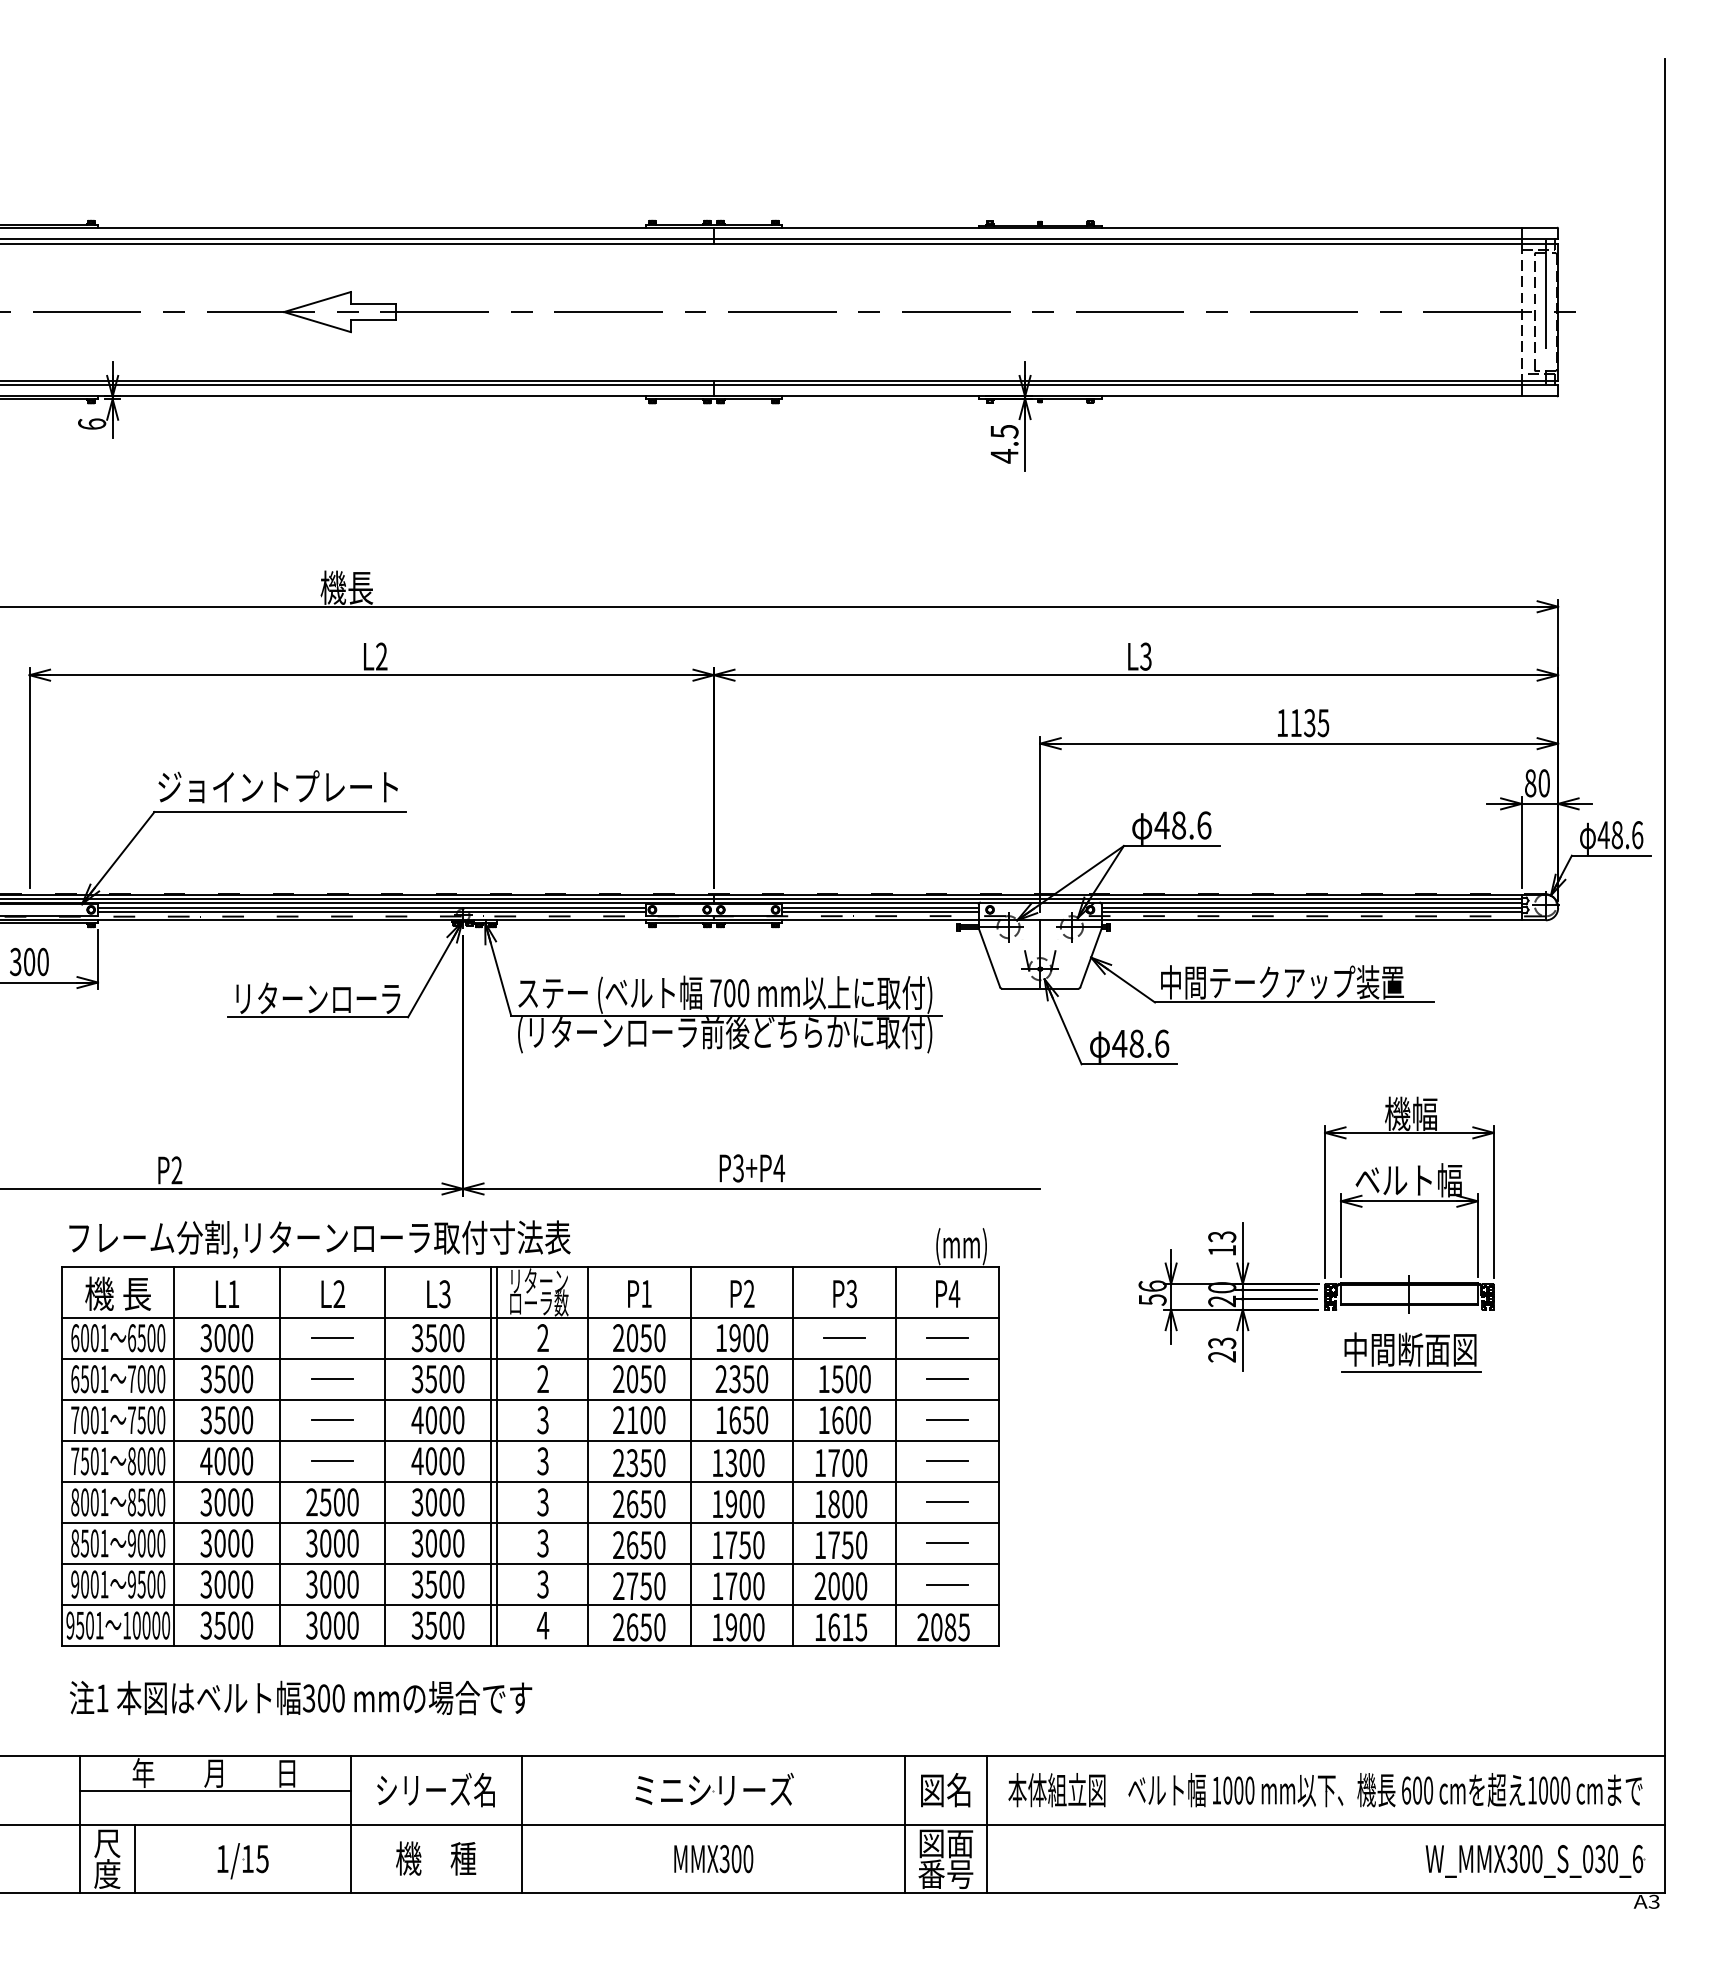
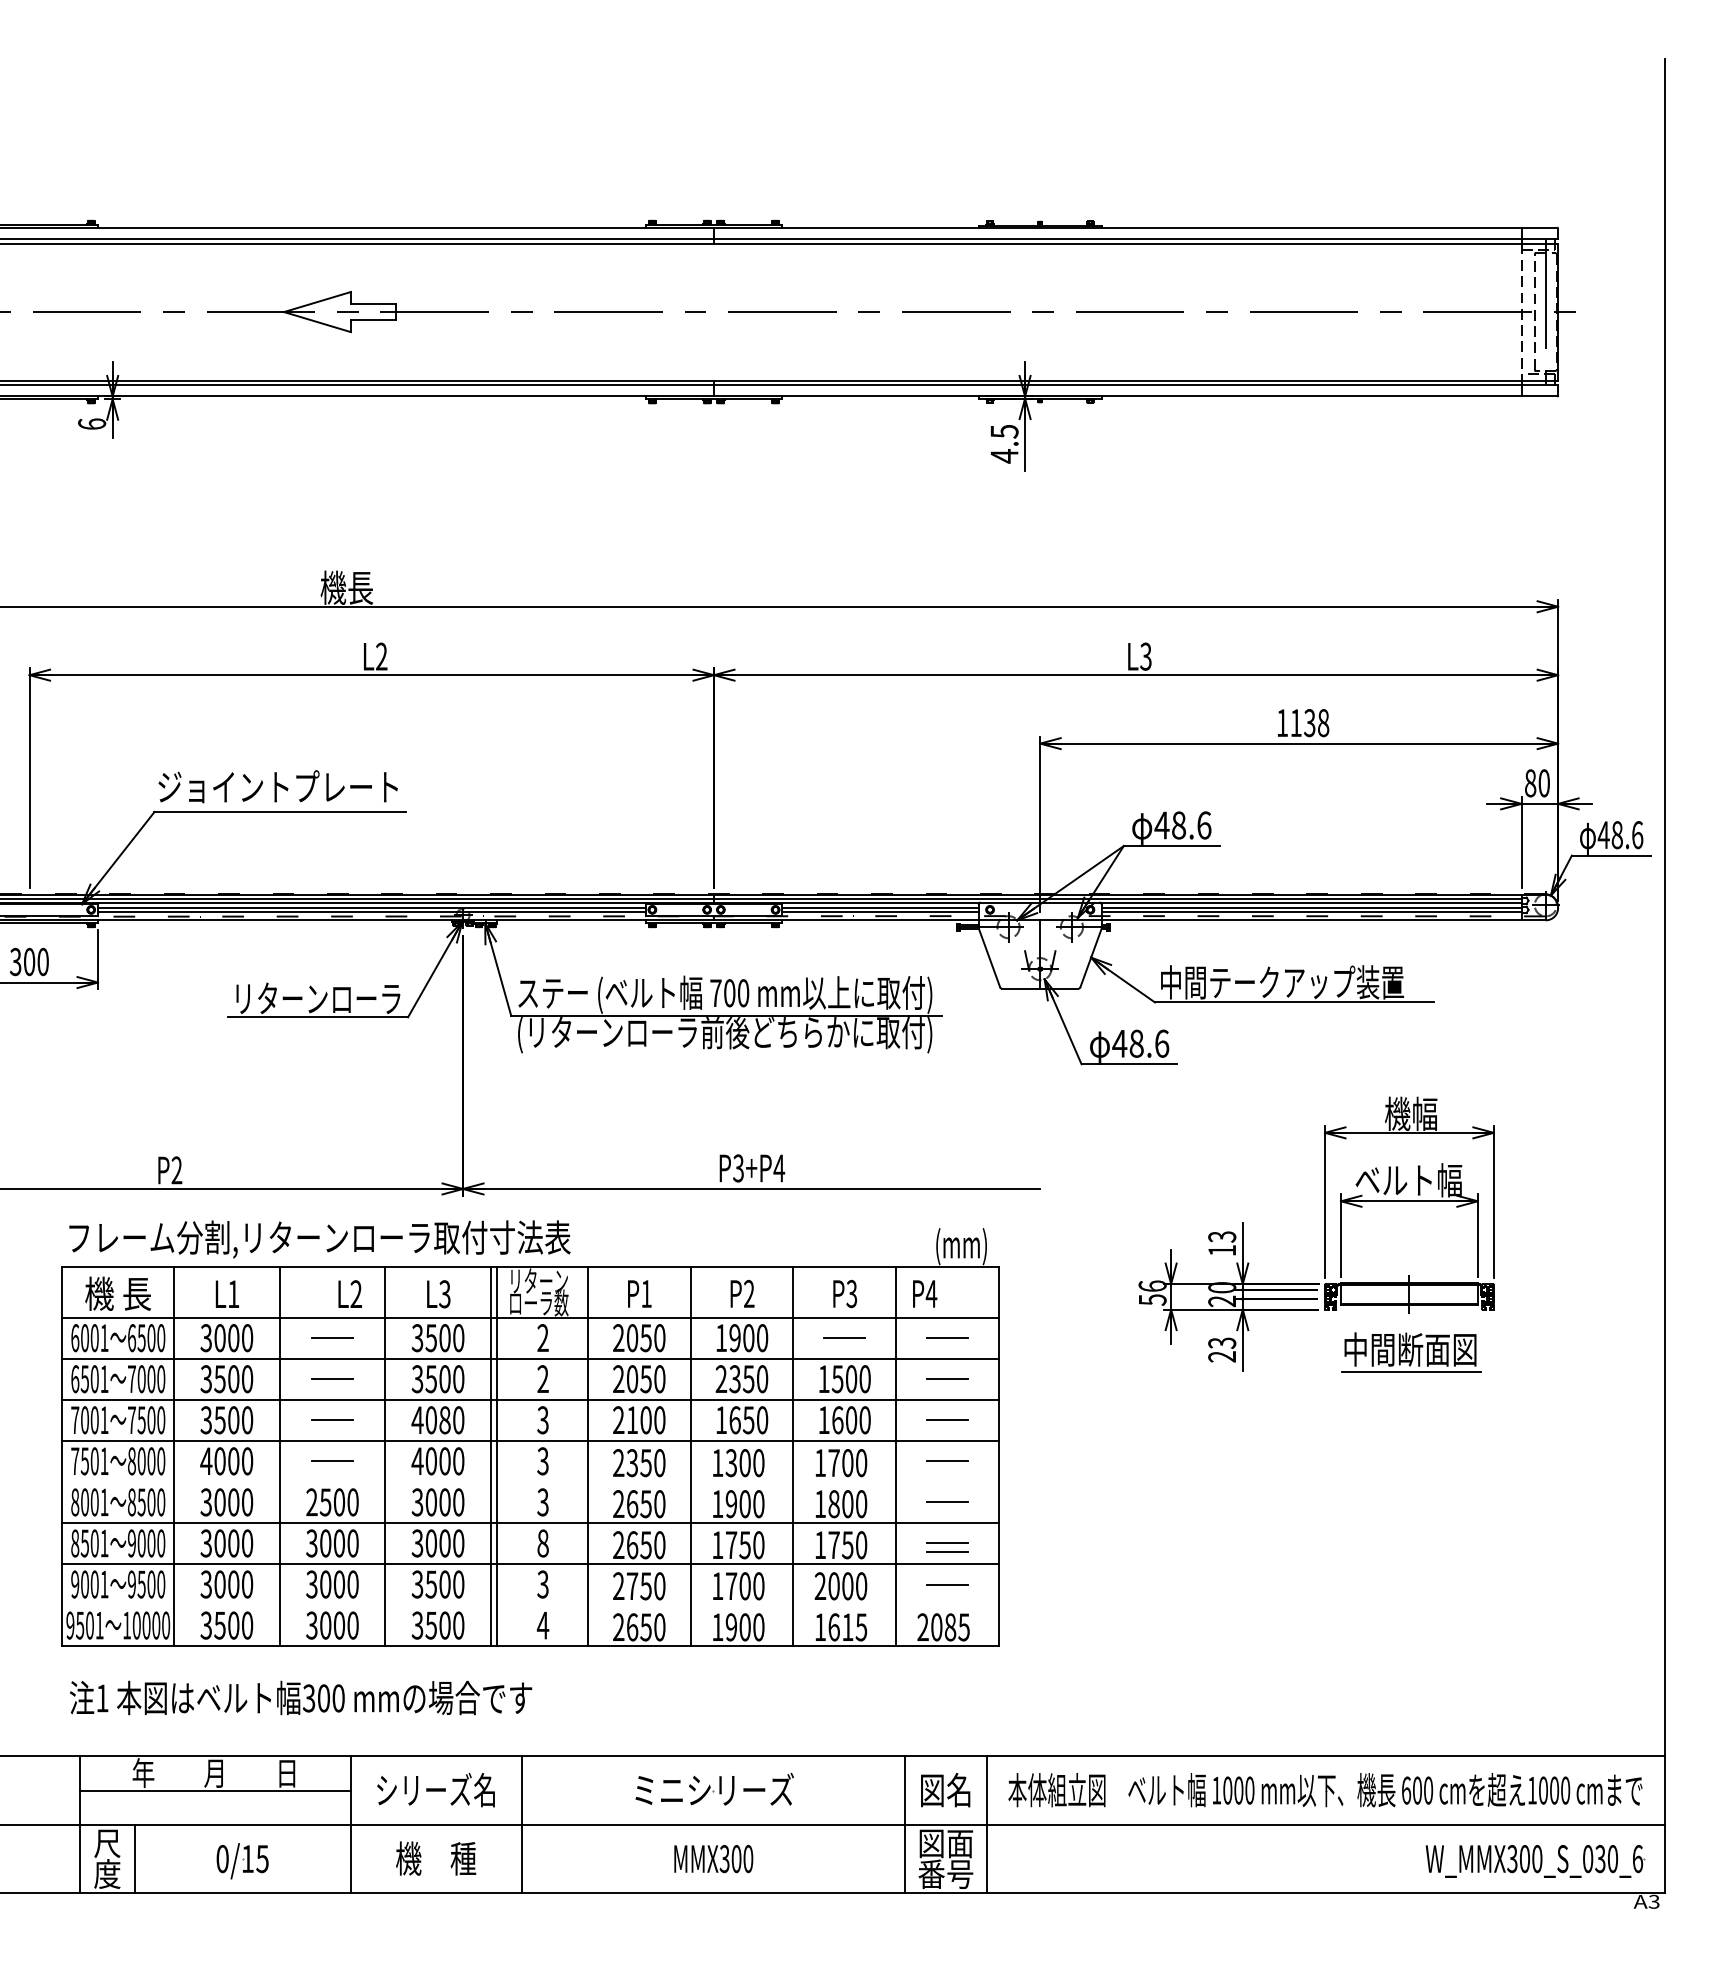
text at (1323, 723): 1135 -> 1138
text at (332, 1293) position: (332, 1293) -> (349, 1293)
text at (948, 1293) position: (948, 1293) -> (925, 1293)
text at (444, 1420): 4000 -> 4080
line at (530, 1481): present -> none
text at (542, 1543): 3 -> 8
line at (947, 1551): none -> present
line at (530, 1605): present -> none
text at (222, 1859): 1/15 -> 0/15
